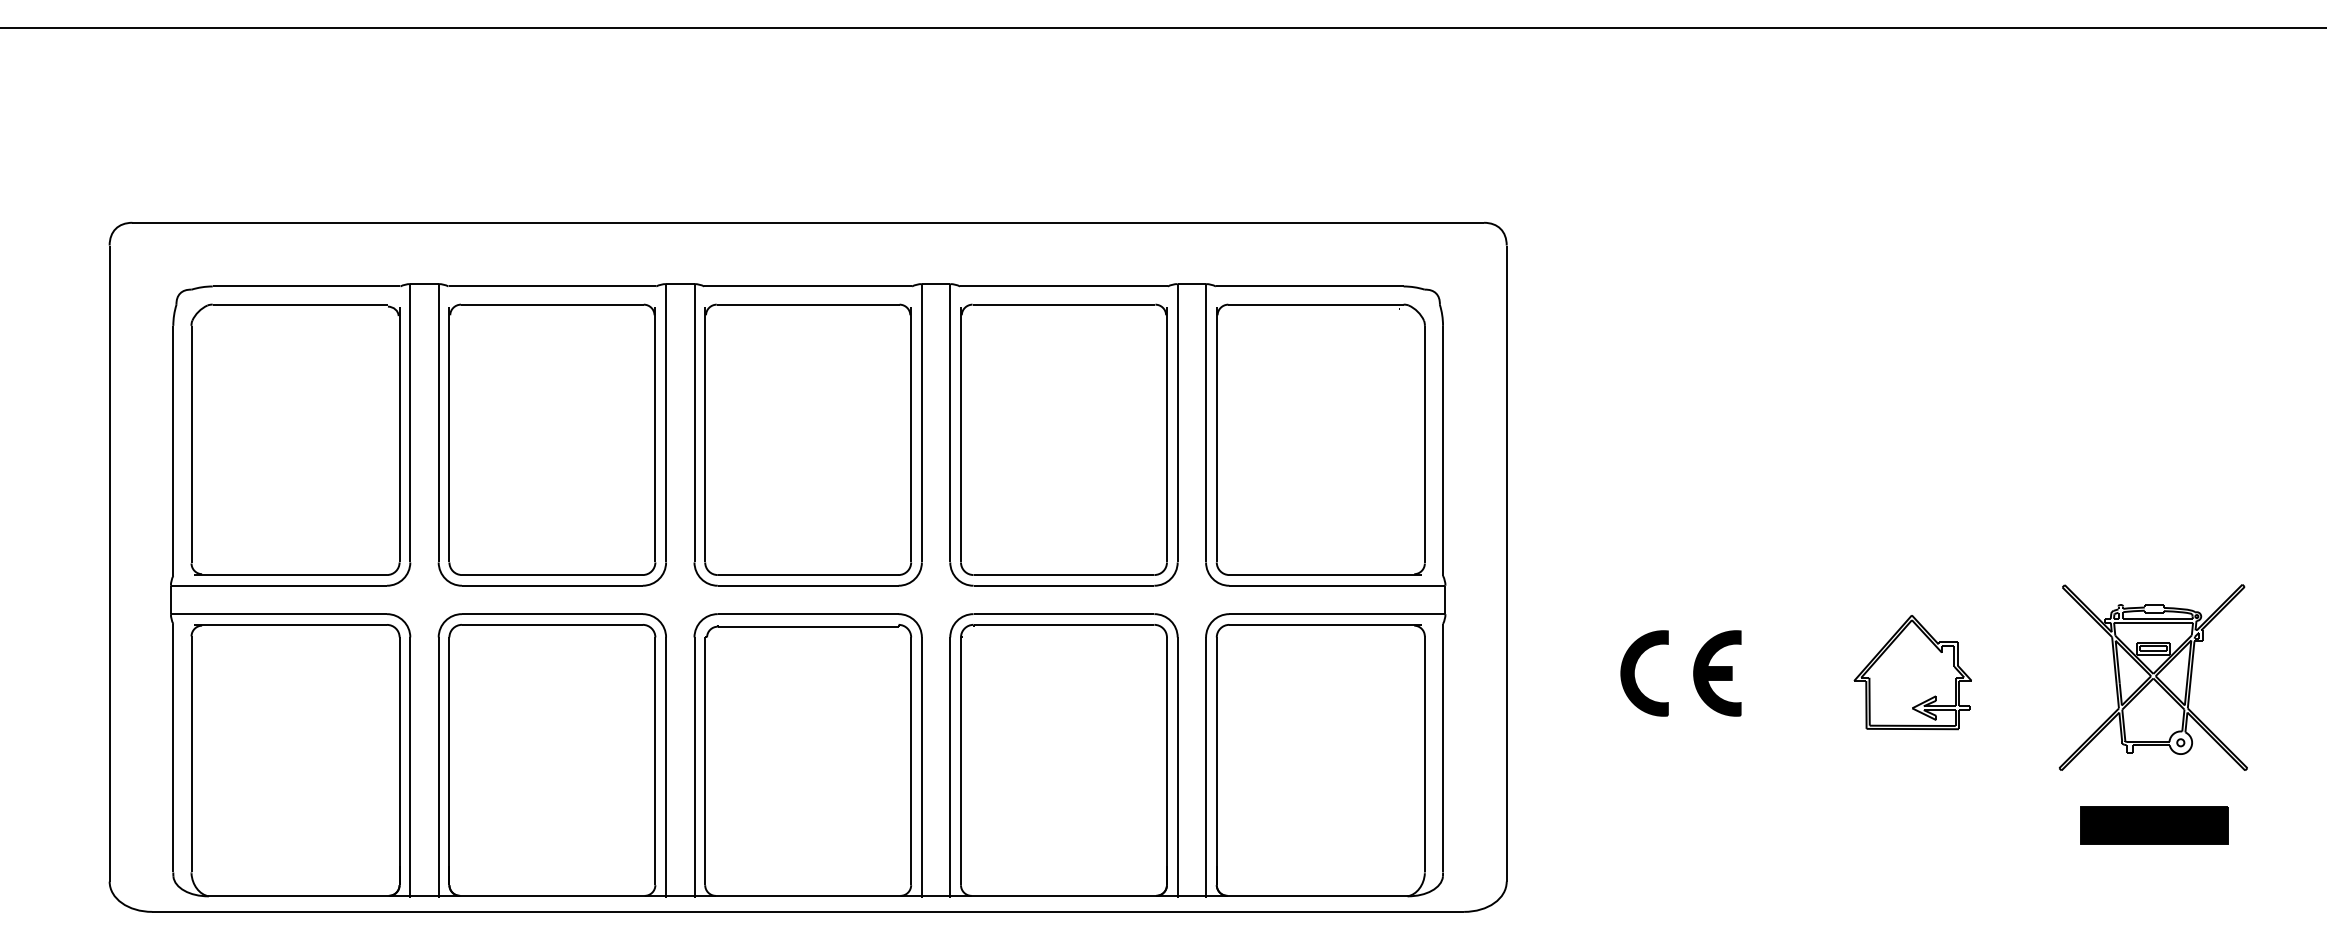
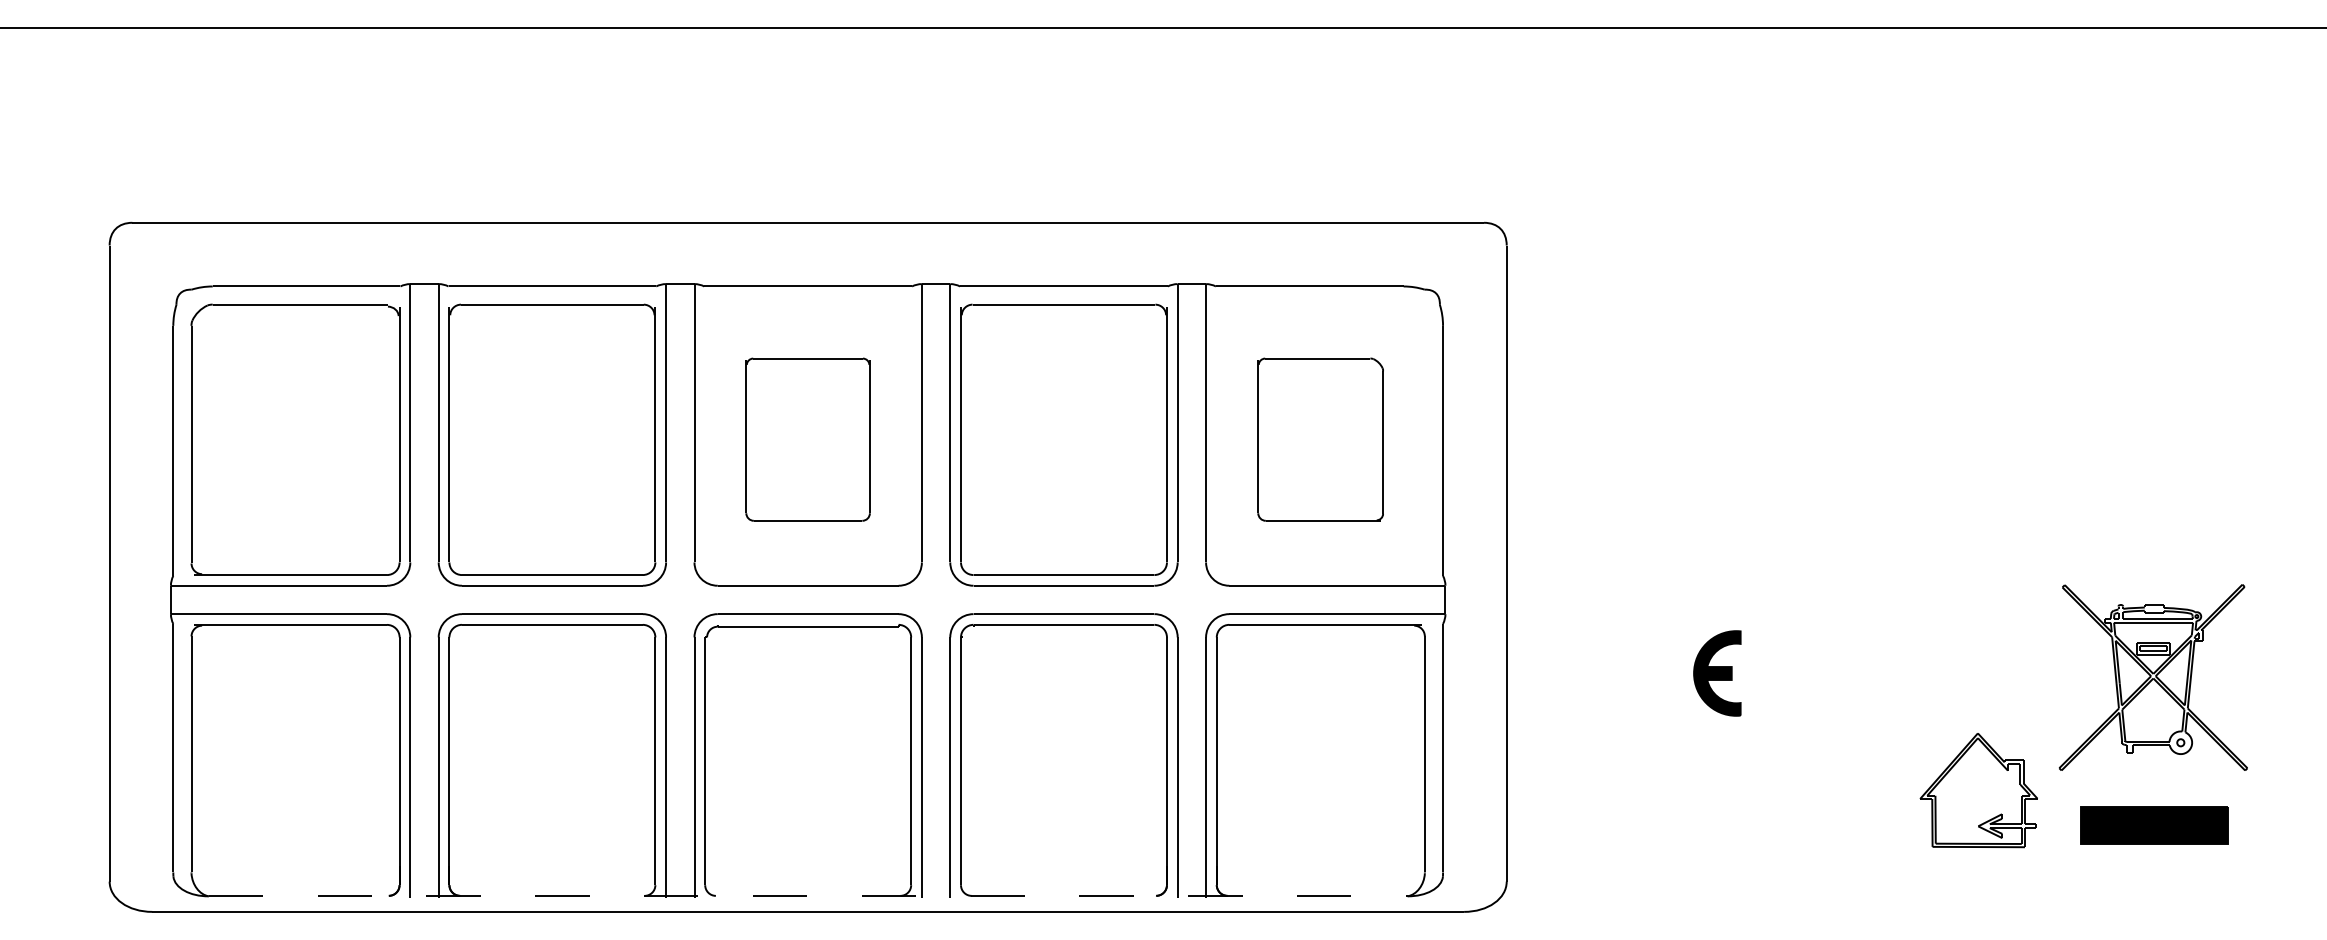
part at (807, 439) size: 208x273 px -> 126x165 px
part at (1320, 439) size: 211x273 px -> 127x165 px
part at (1912, 672) position: (1912, 672) -> (1978, 790)
part at (1634, 673): present -> none
line at (808, 896): solid -> dashed
